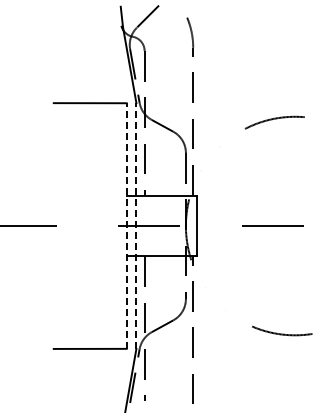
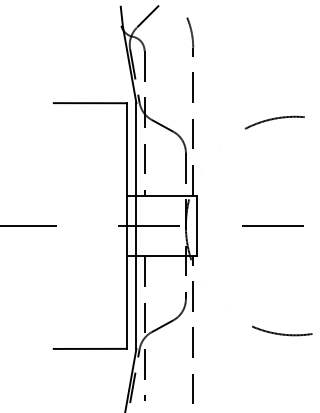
line at (126, 226): dashed -> solid
line at (136, 226): dashed -> solid
